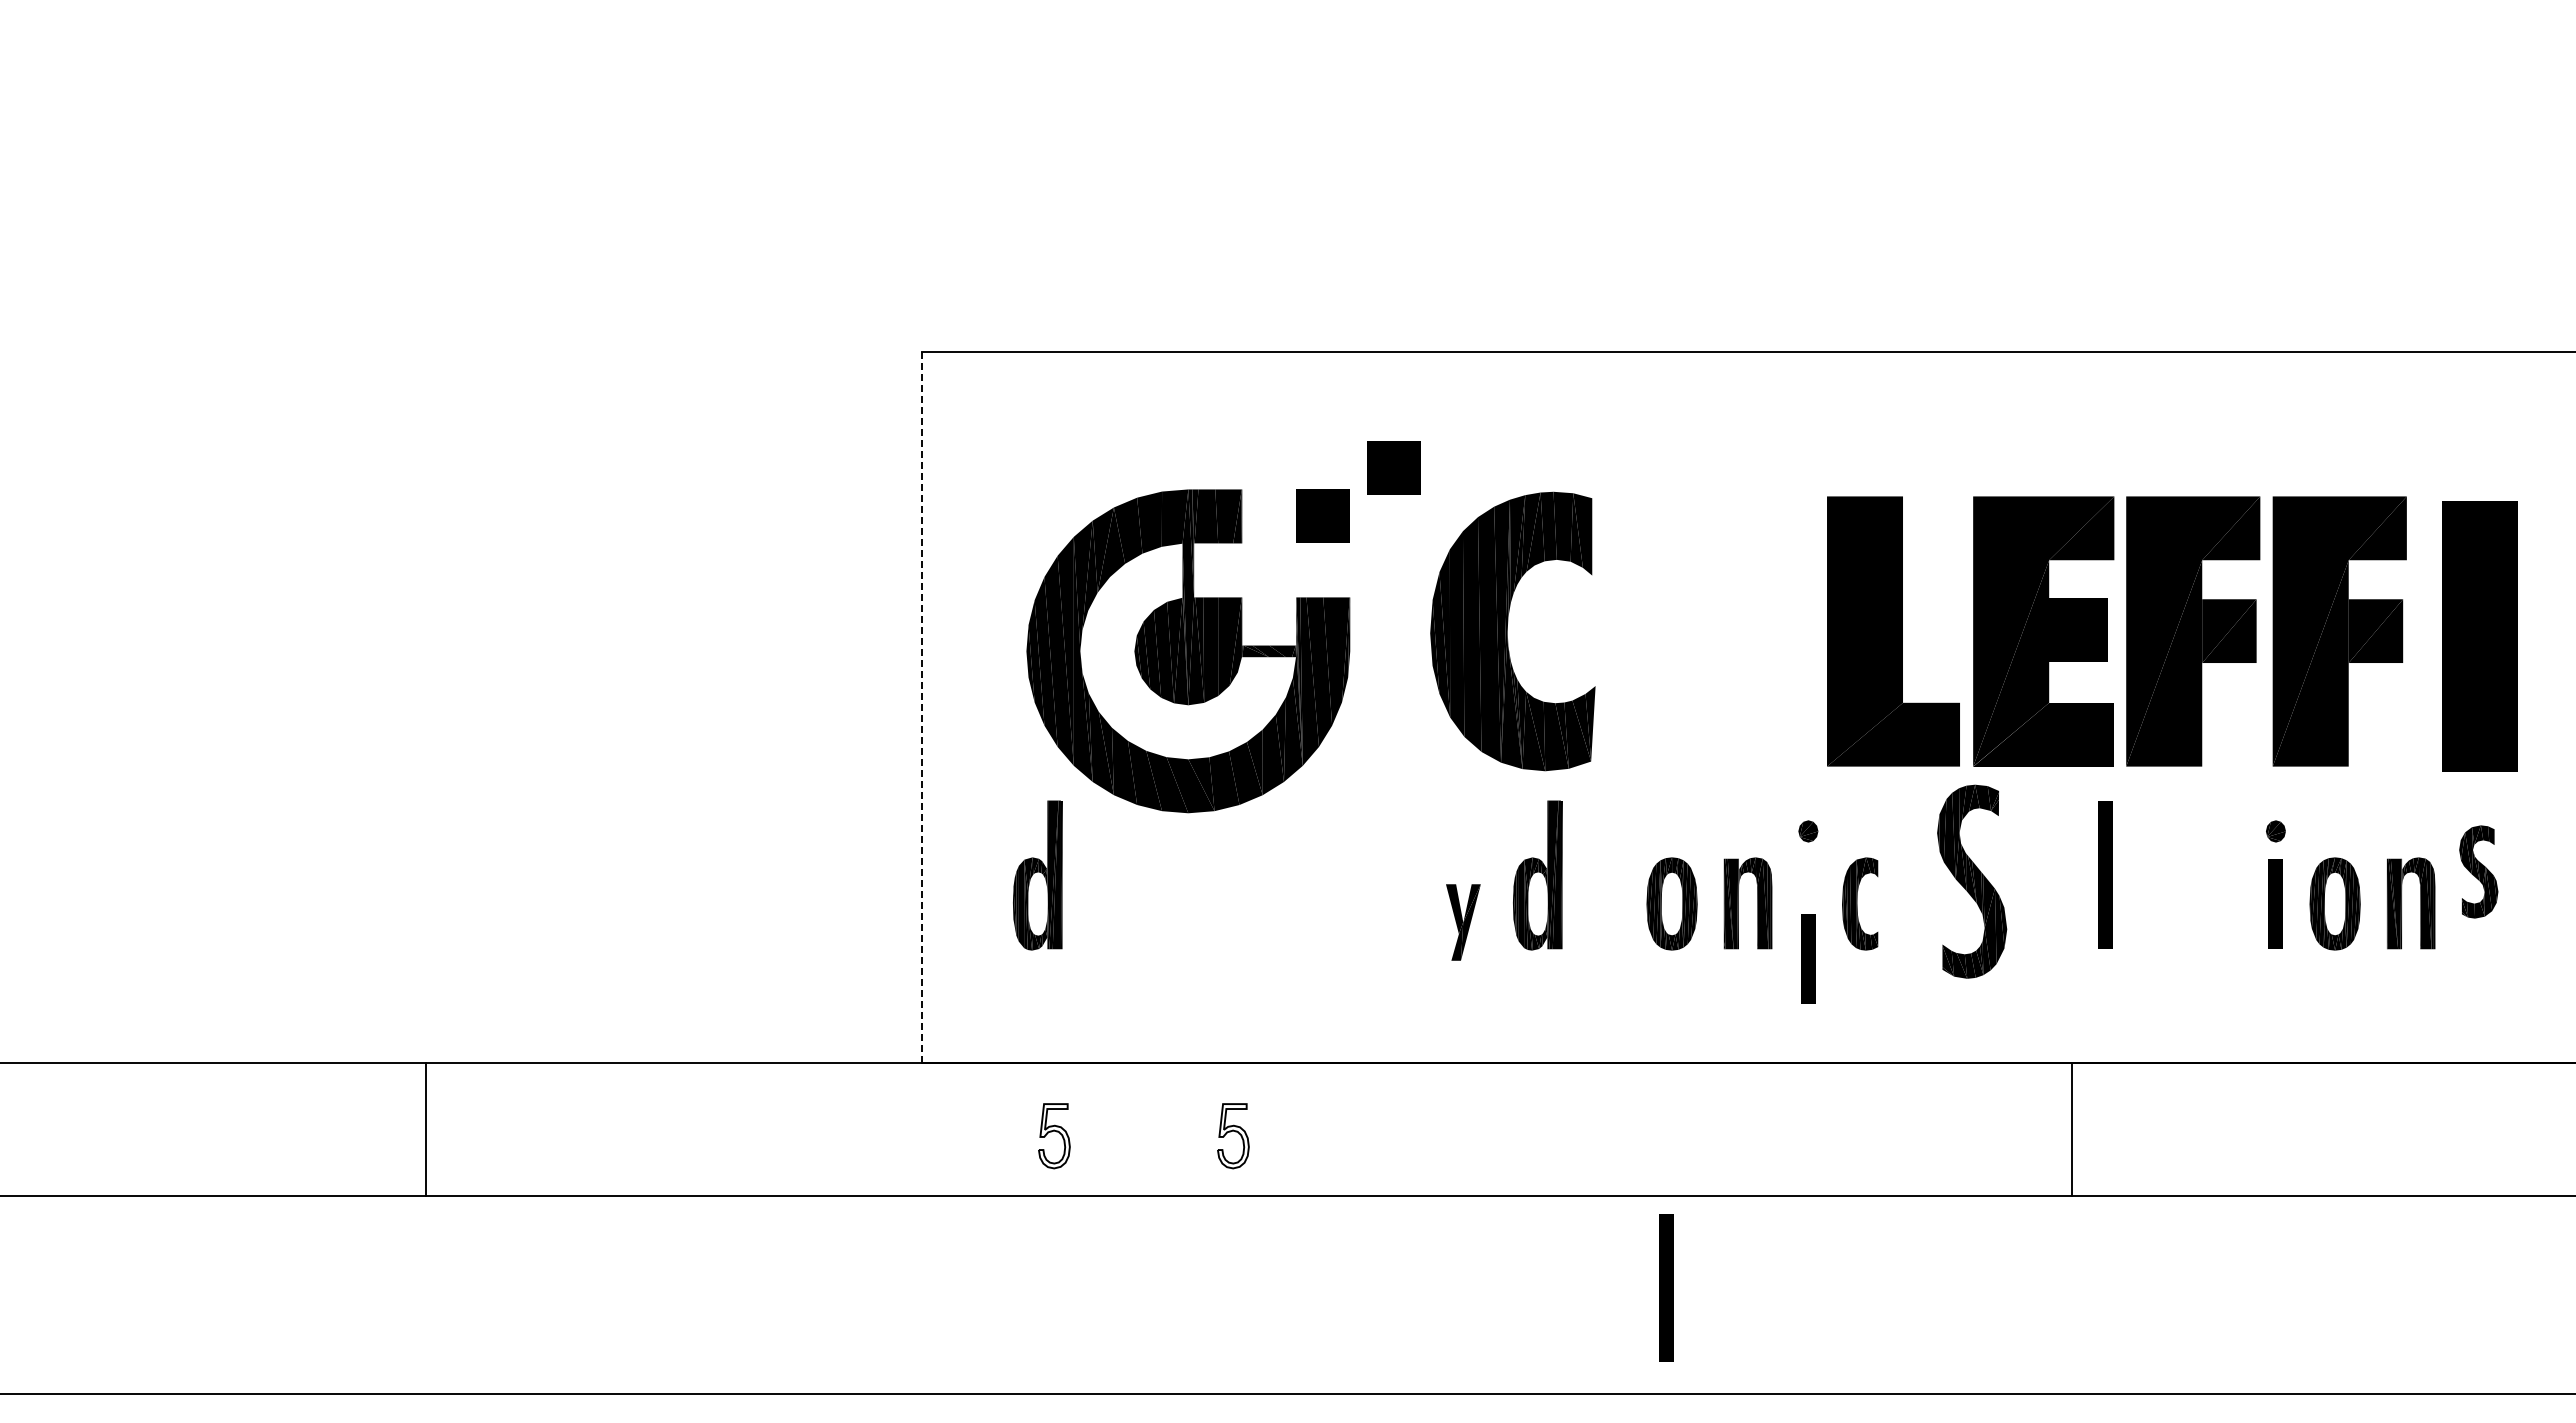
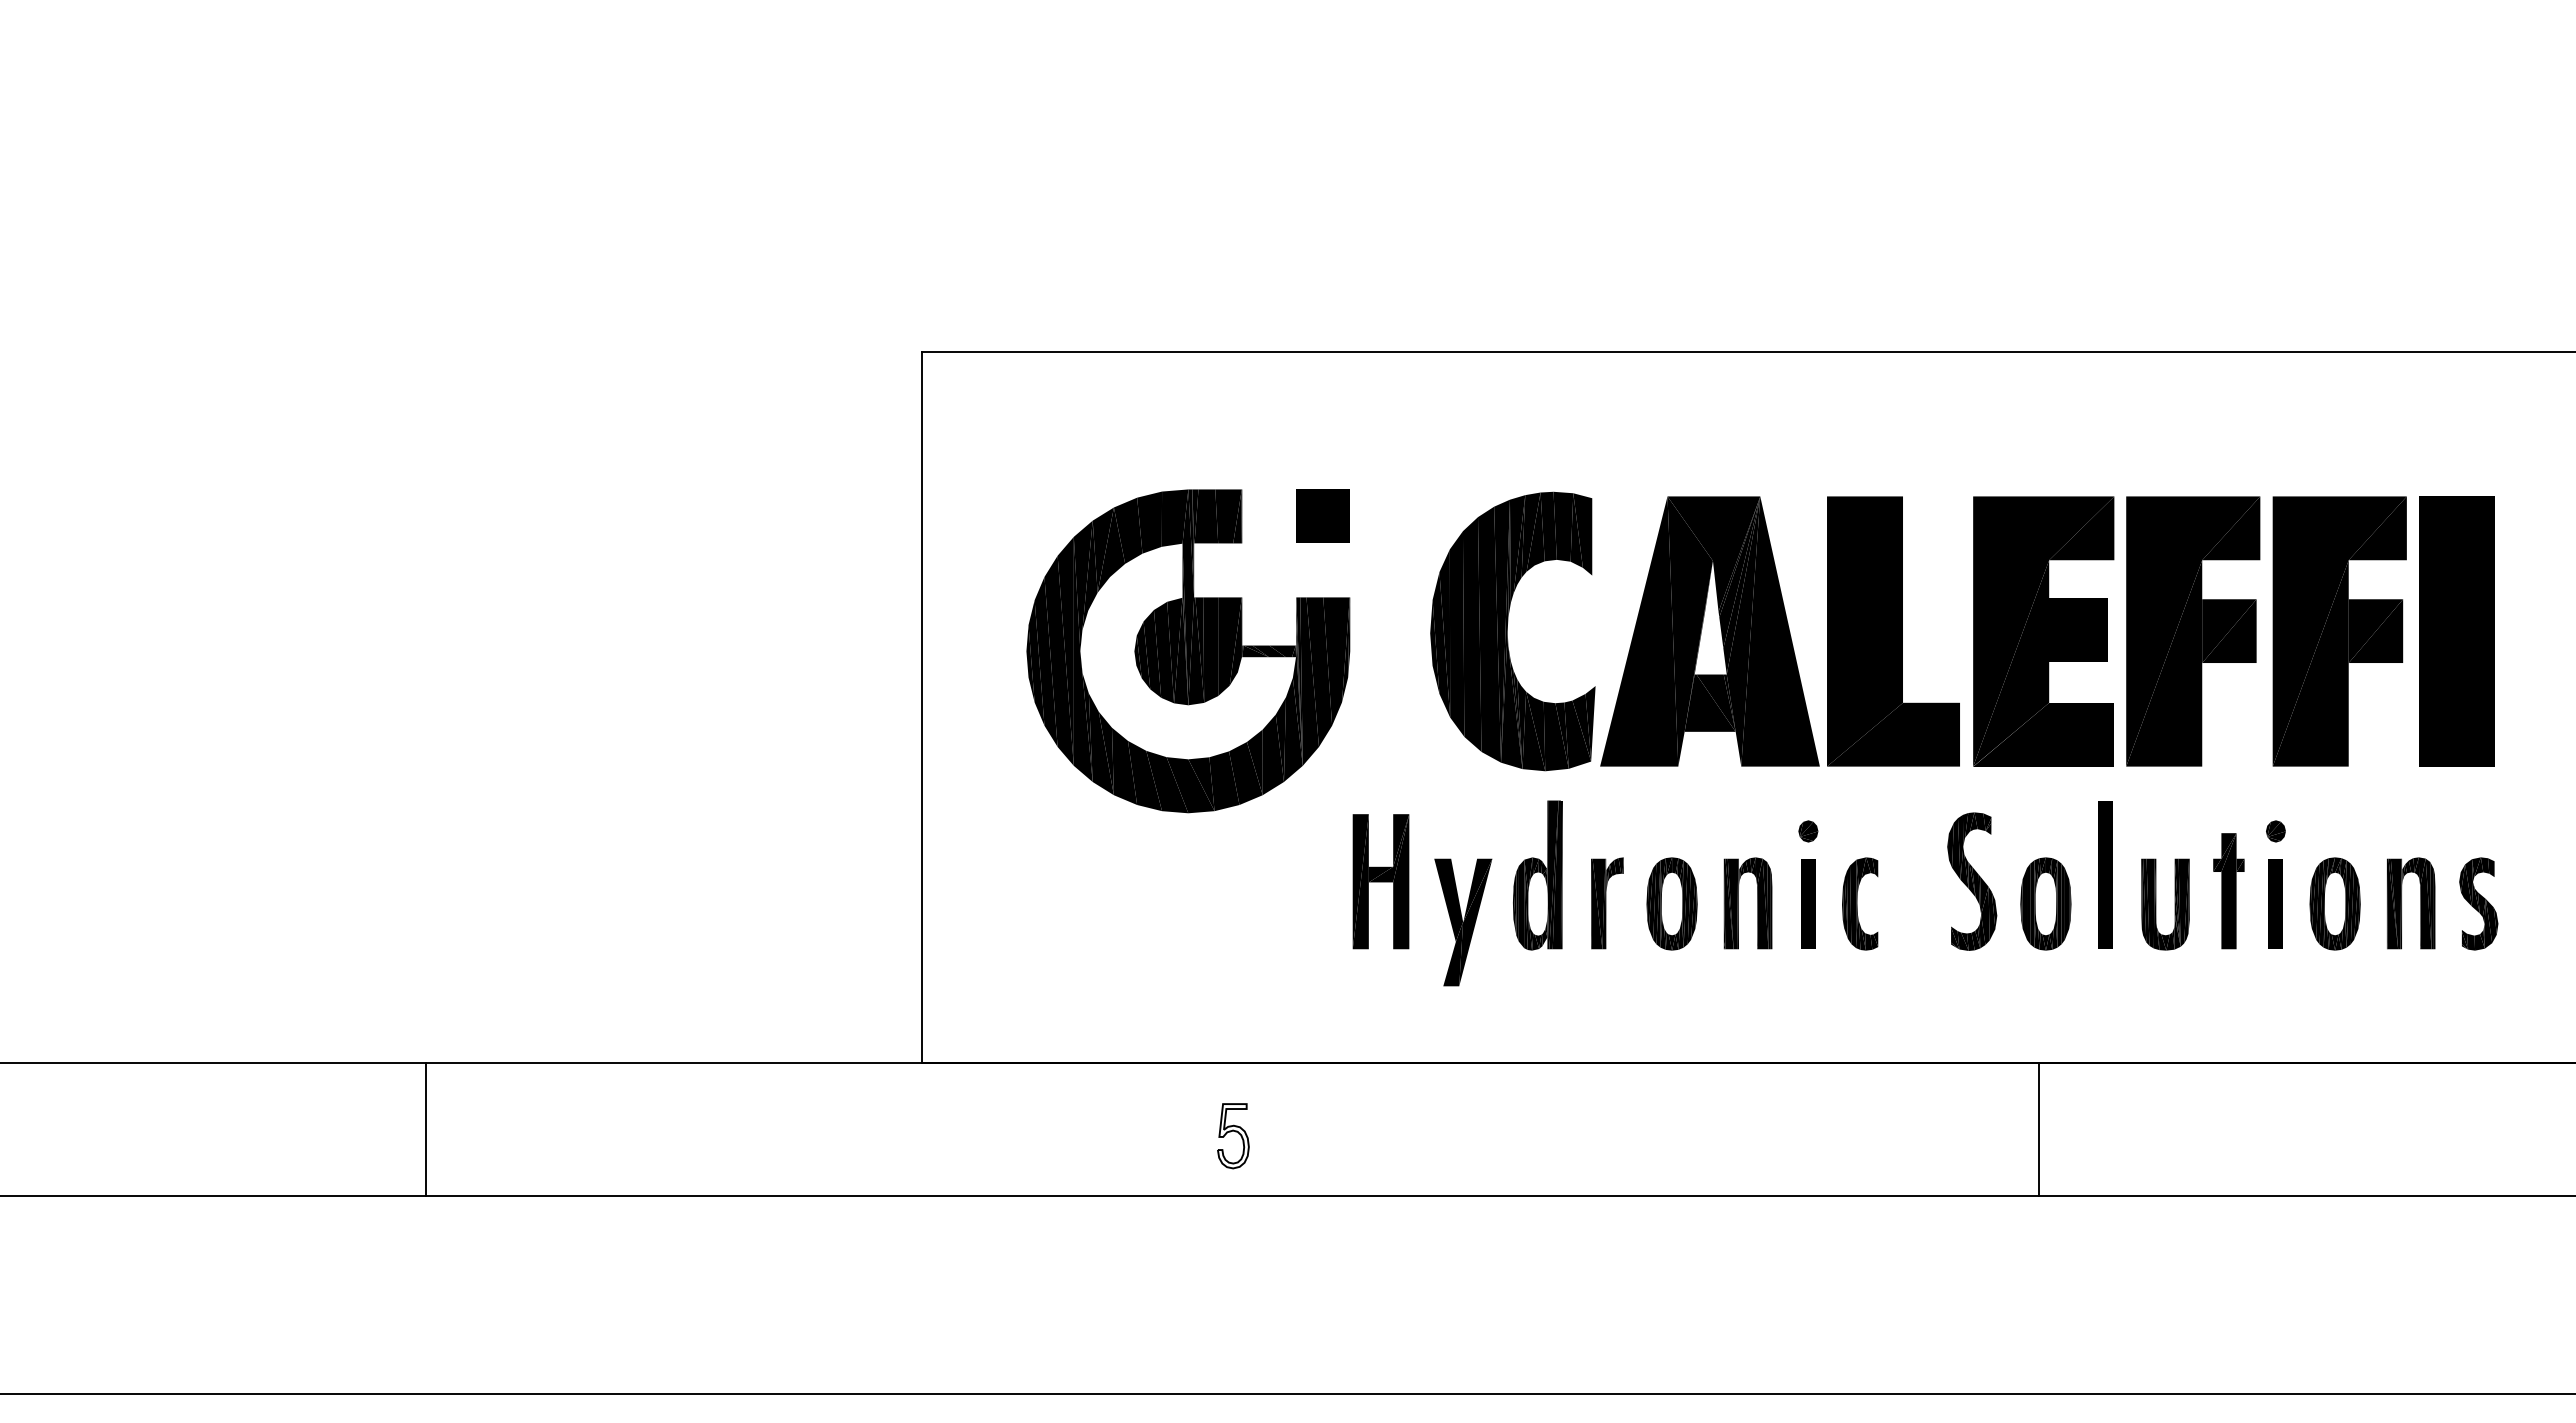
part at (1393, 467): present -> none
part at (1709, 631): none -> present
part at (2479, 636) position: (2479, 636) -> (2456, 631)
line at (922, 707): dashed -> solid
part at (2478, 871) position: (2478, 871) -> (2478, 903)
part at (1037, 875): present -> none
part at (1380, 881): none -> present
part at (1972, 881) size: 71x195 px -> 51x139 px
part at (2228, 891): none -> present
part at (1607, 903): none -> present
part at (2045, 903): none -> present
part at (2156, 904): none -> present
part at (1463, 922) size: 35x77 px -> 59x129 px
part at (1808, 958) position: (1808, 958) -> (1808, 903)
line at (2071, 1129) position: (2071, 1129) -> (2038, 1129)
part at (1054, 1136): present -> none
part at (1666, 1287): present -> none
